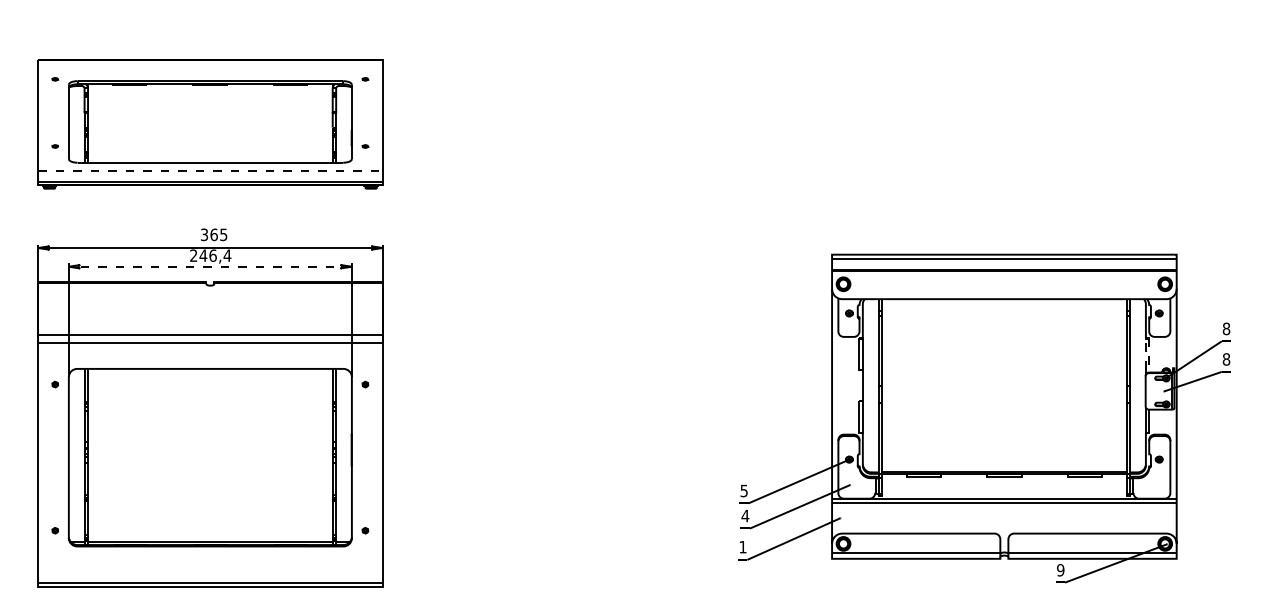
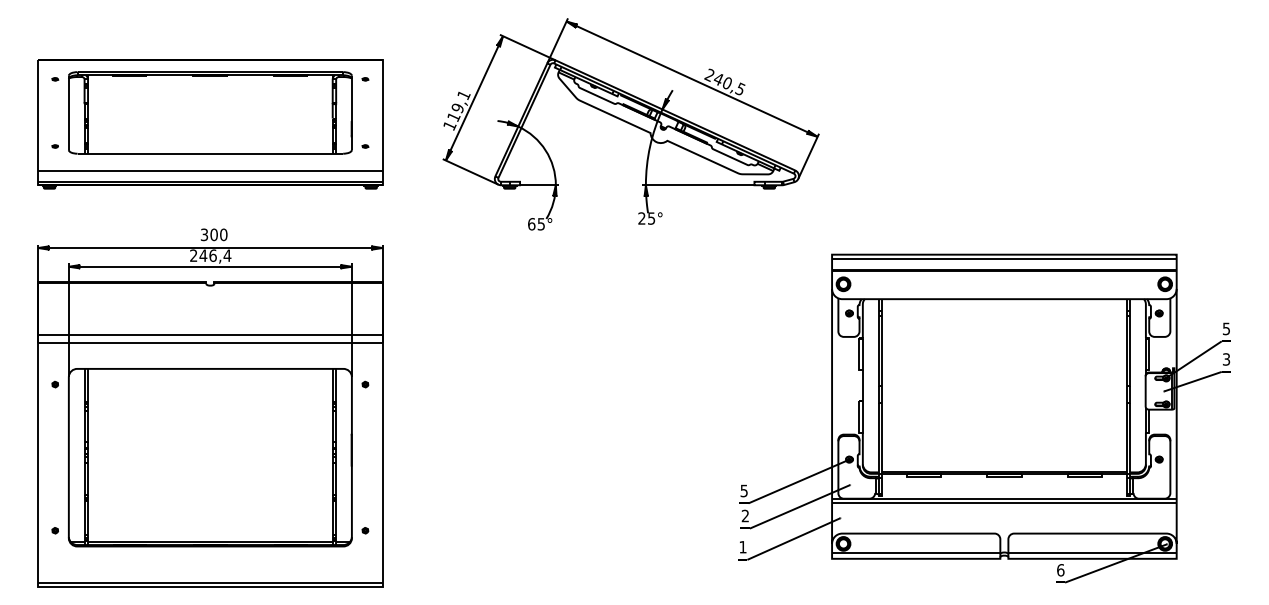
part at (210, 121) position: (210, 121) -> (210, 112)
part at (630, 124): none -> present
line at (210, 170): dashed -> solid
text at (218, 234): 365 -> 300
line at (210, 266): dashed -> solid
text at (1226, 328): 8 -> 5
text at (1226, 359): 8 -> 3
line at (1147, 369): dashed -> solid
text at (745, 515): 4 -> 2
text at (1060, 570): 9 -> 6
